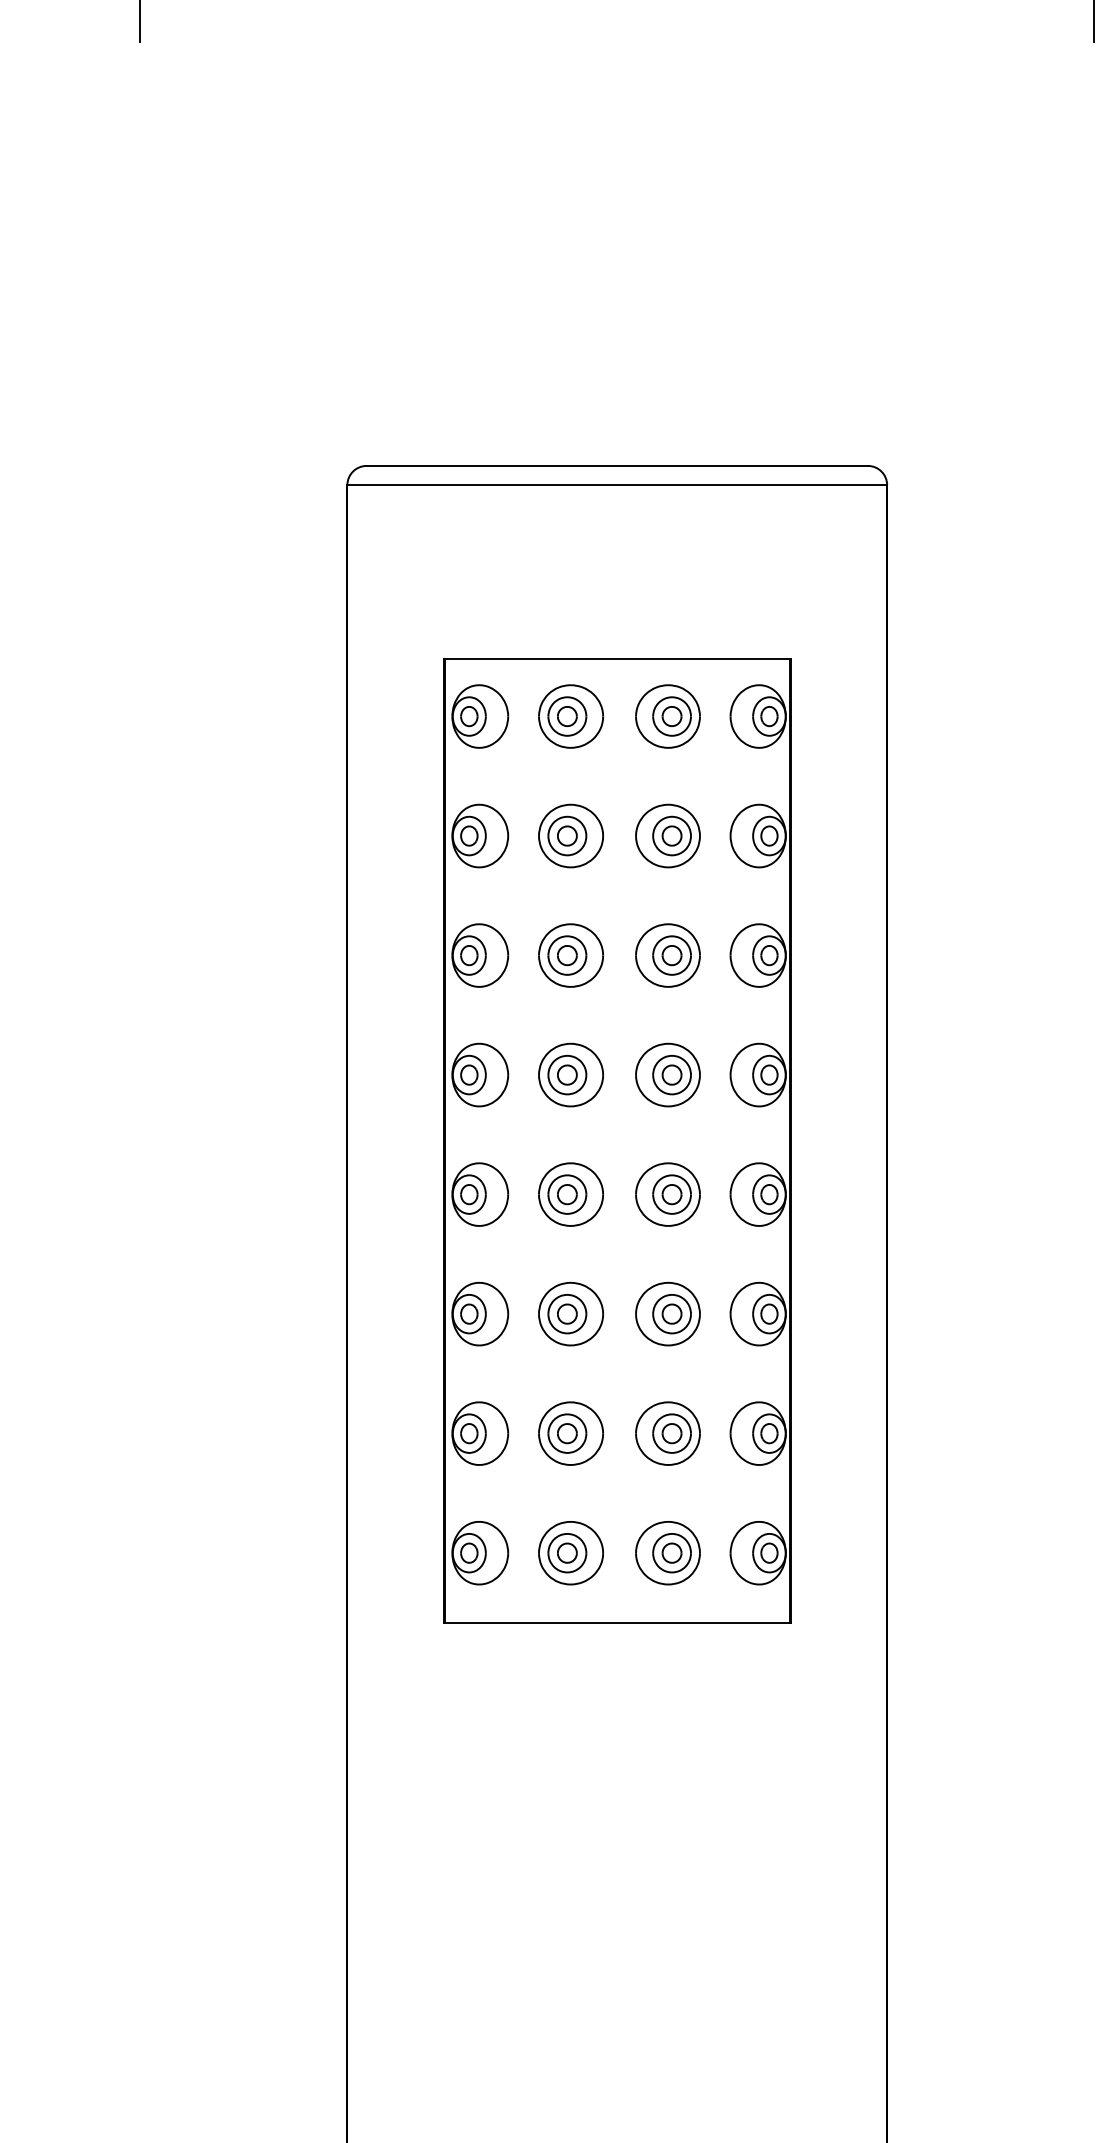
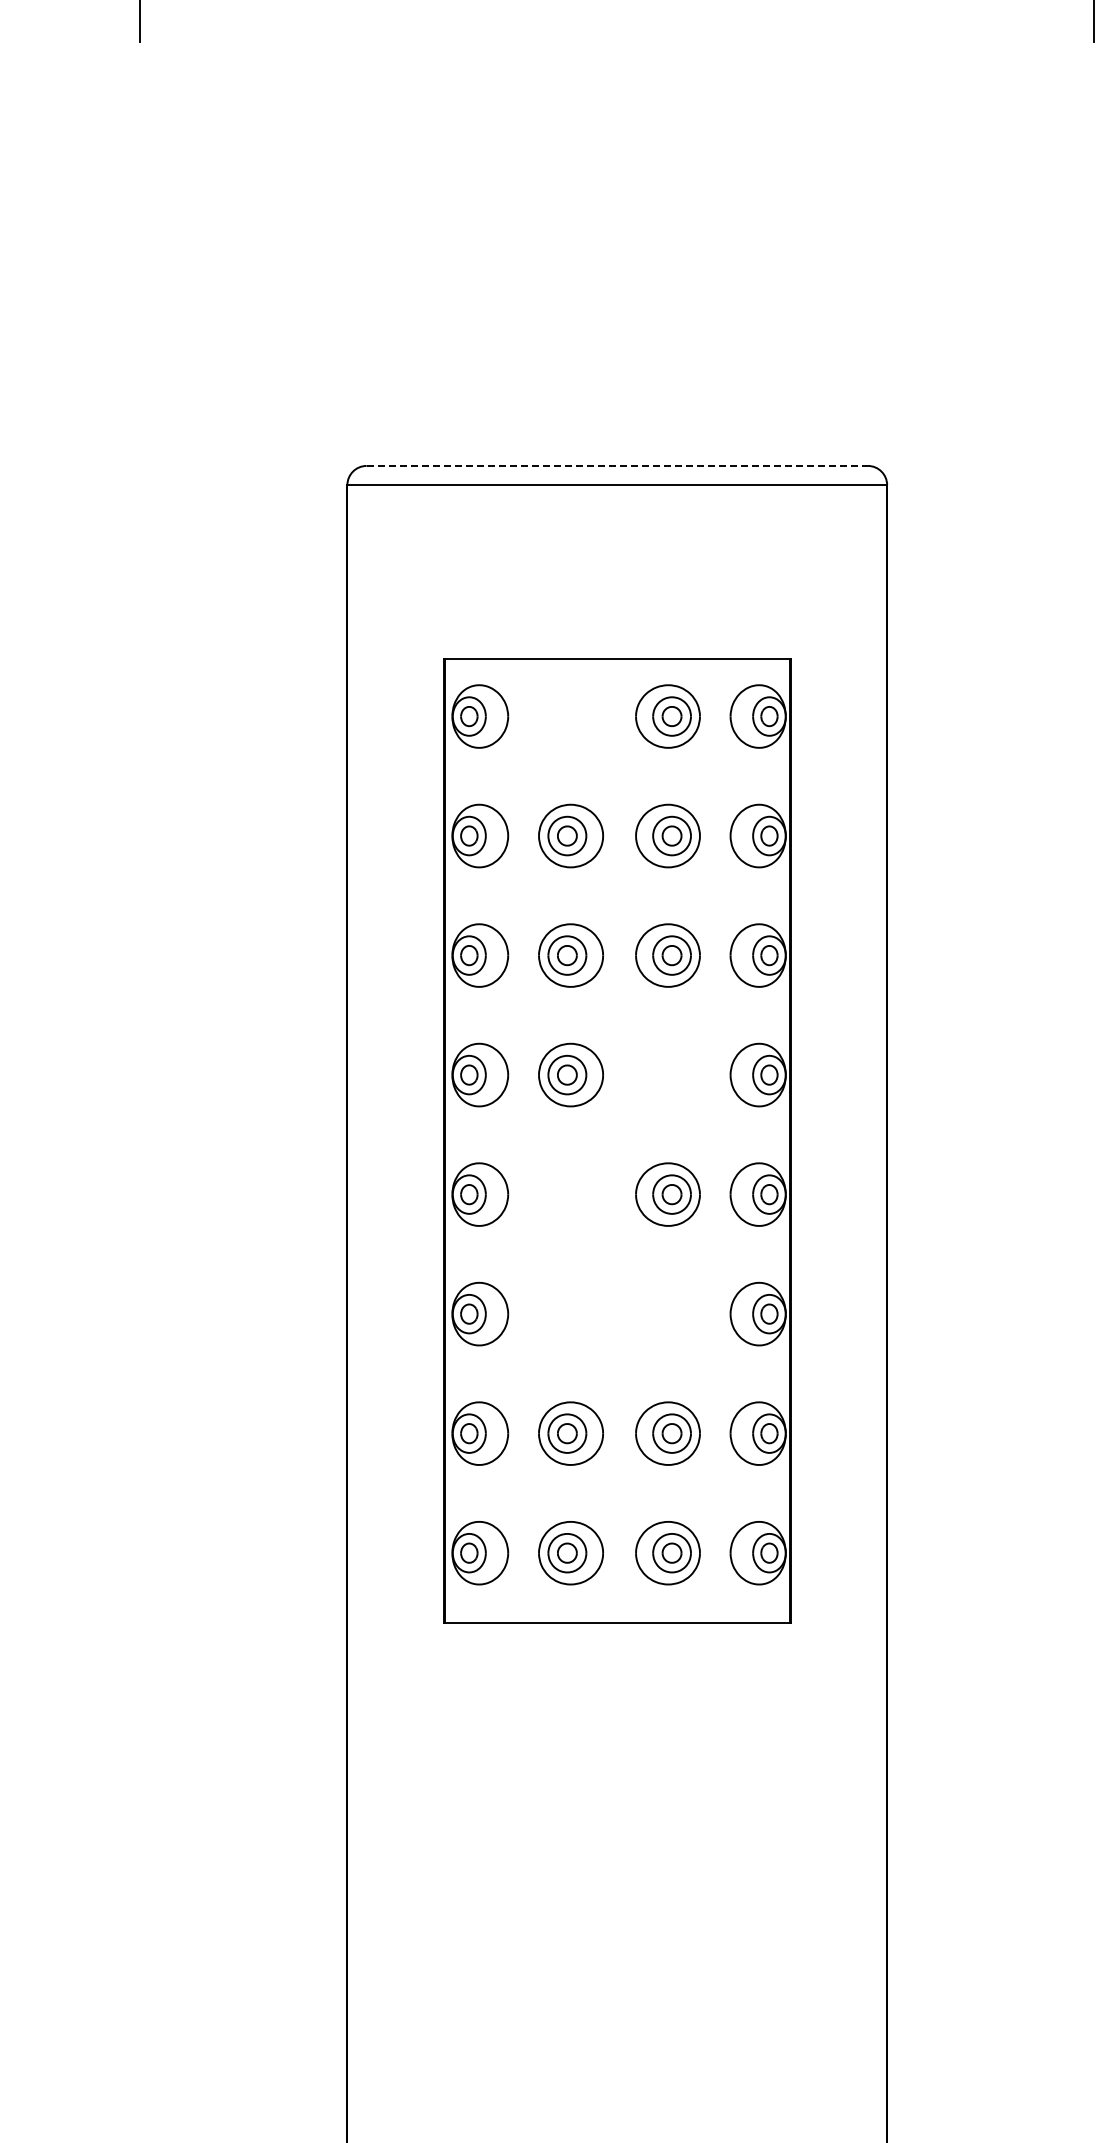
line at (617, 465): solid -> dashed
part at (570, 716): present -> none
part at (667, 1074): present -> none
part at (570, 1194): present -> none
part at (570, 1313): present -> none
part at (667, 1313): present -> none
